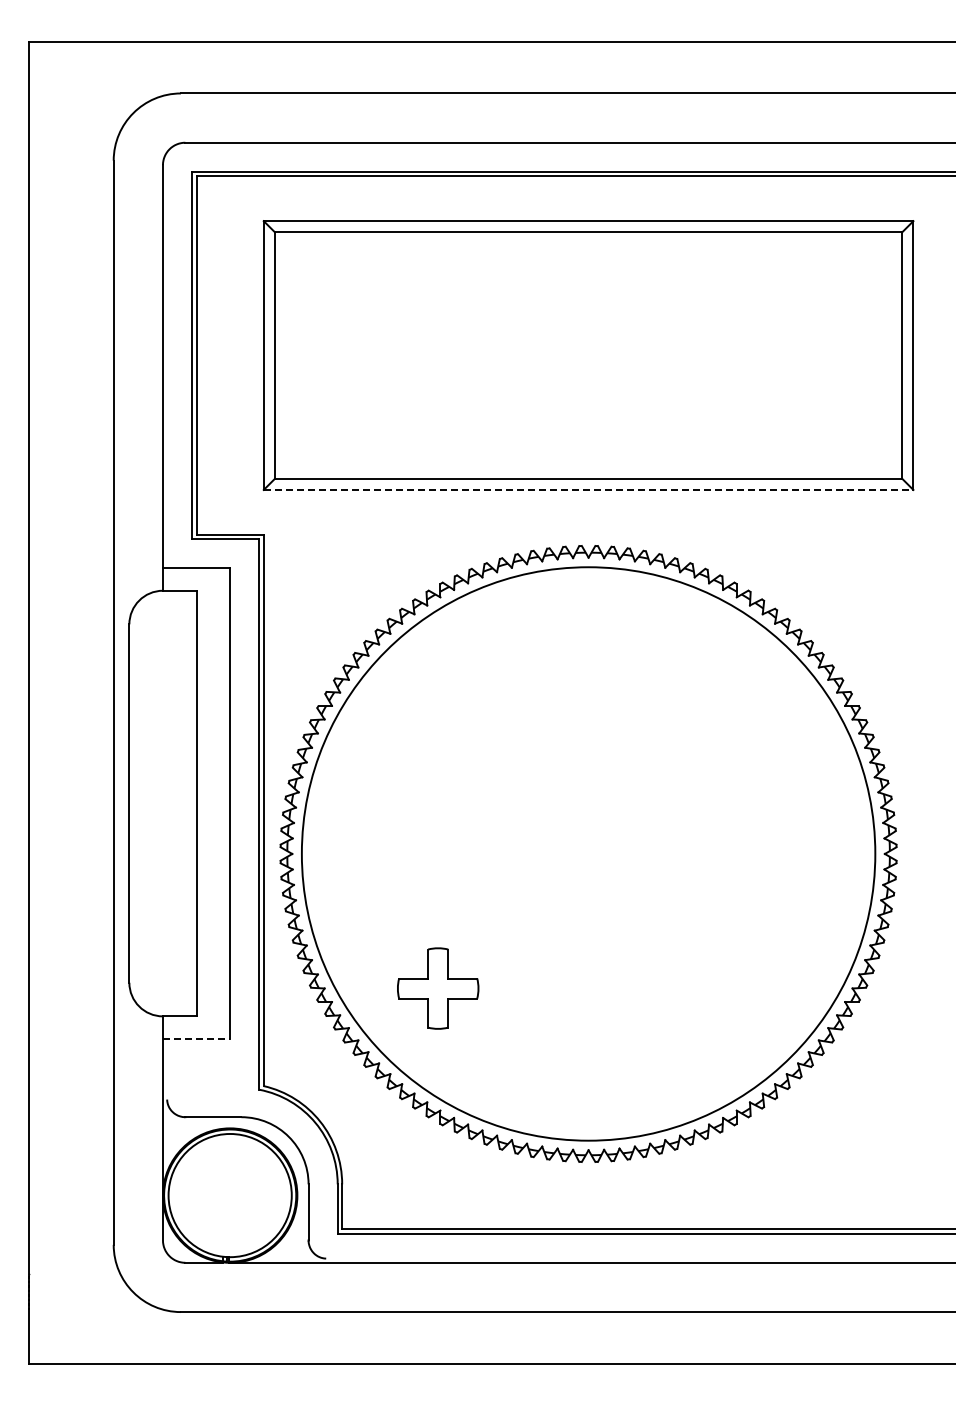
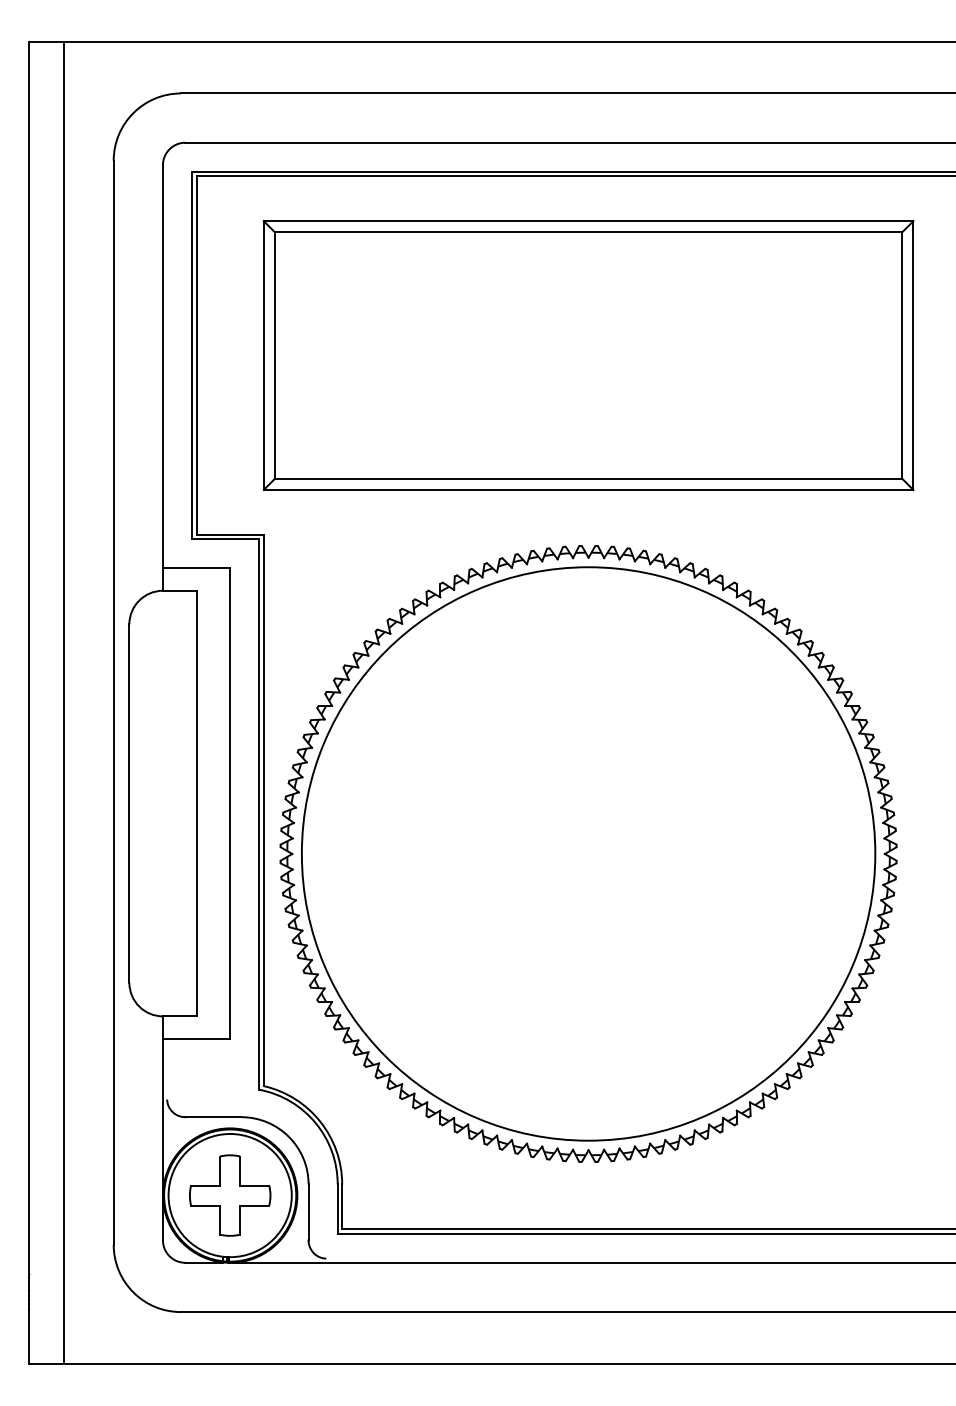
line at (588, 489): dashed -> solid
line at (64, 702): none -> present
part at (438, 988) position: (438, 988) -> (230, 1195)
line at (196, 1038): dashed -> solid
